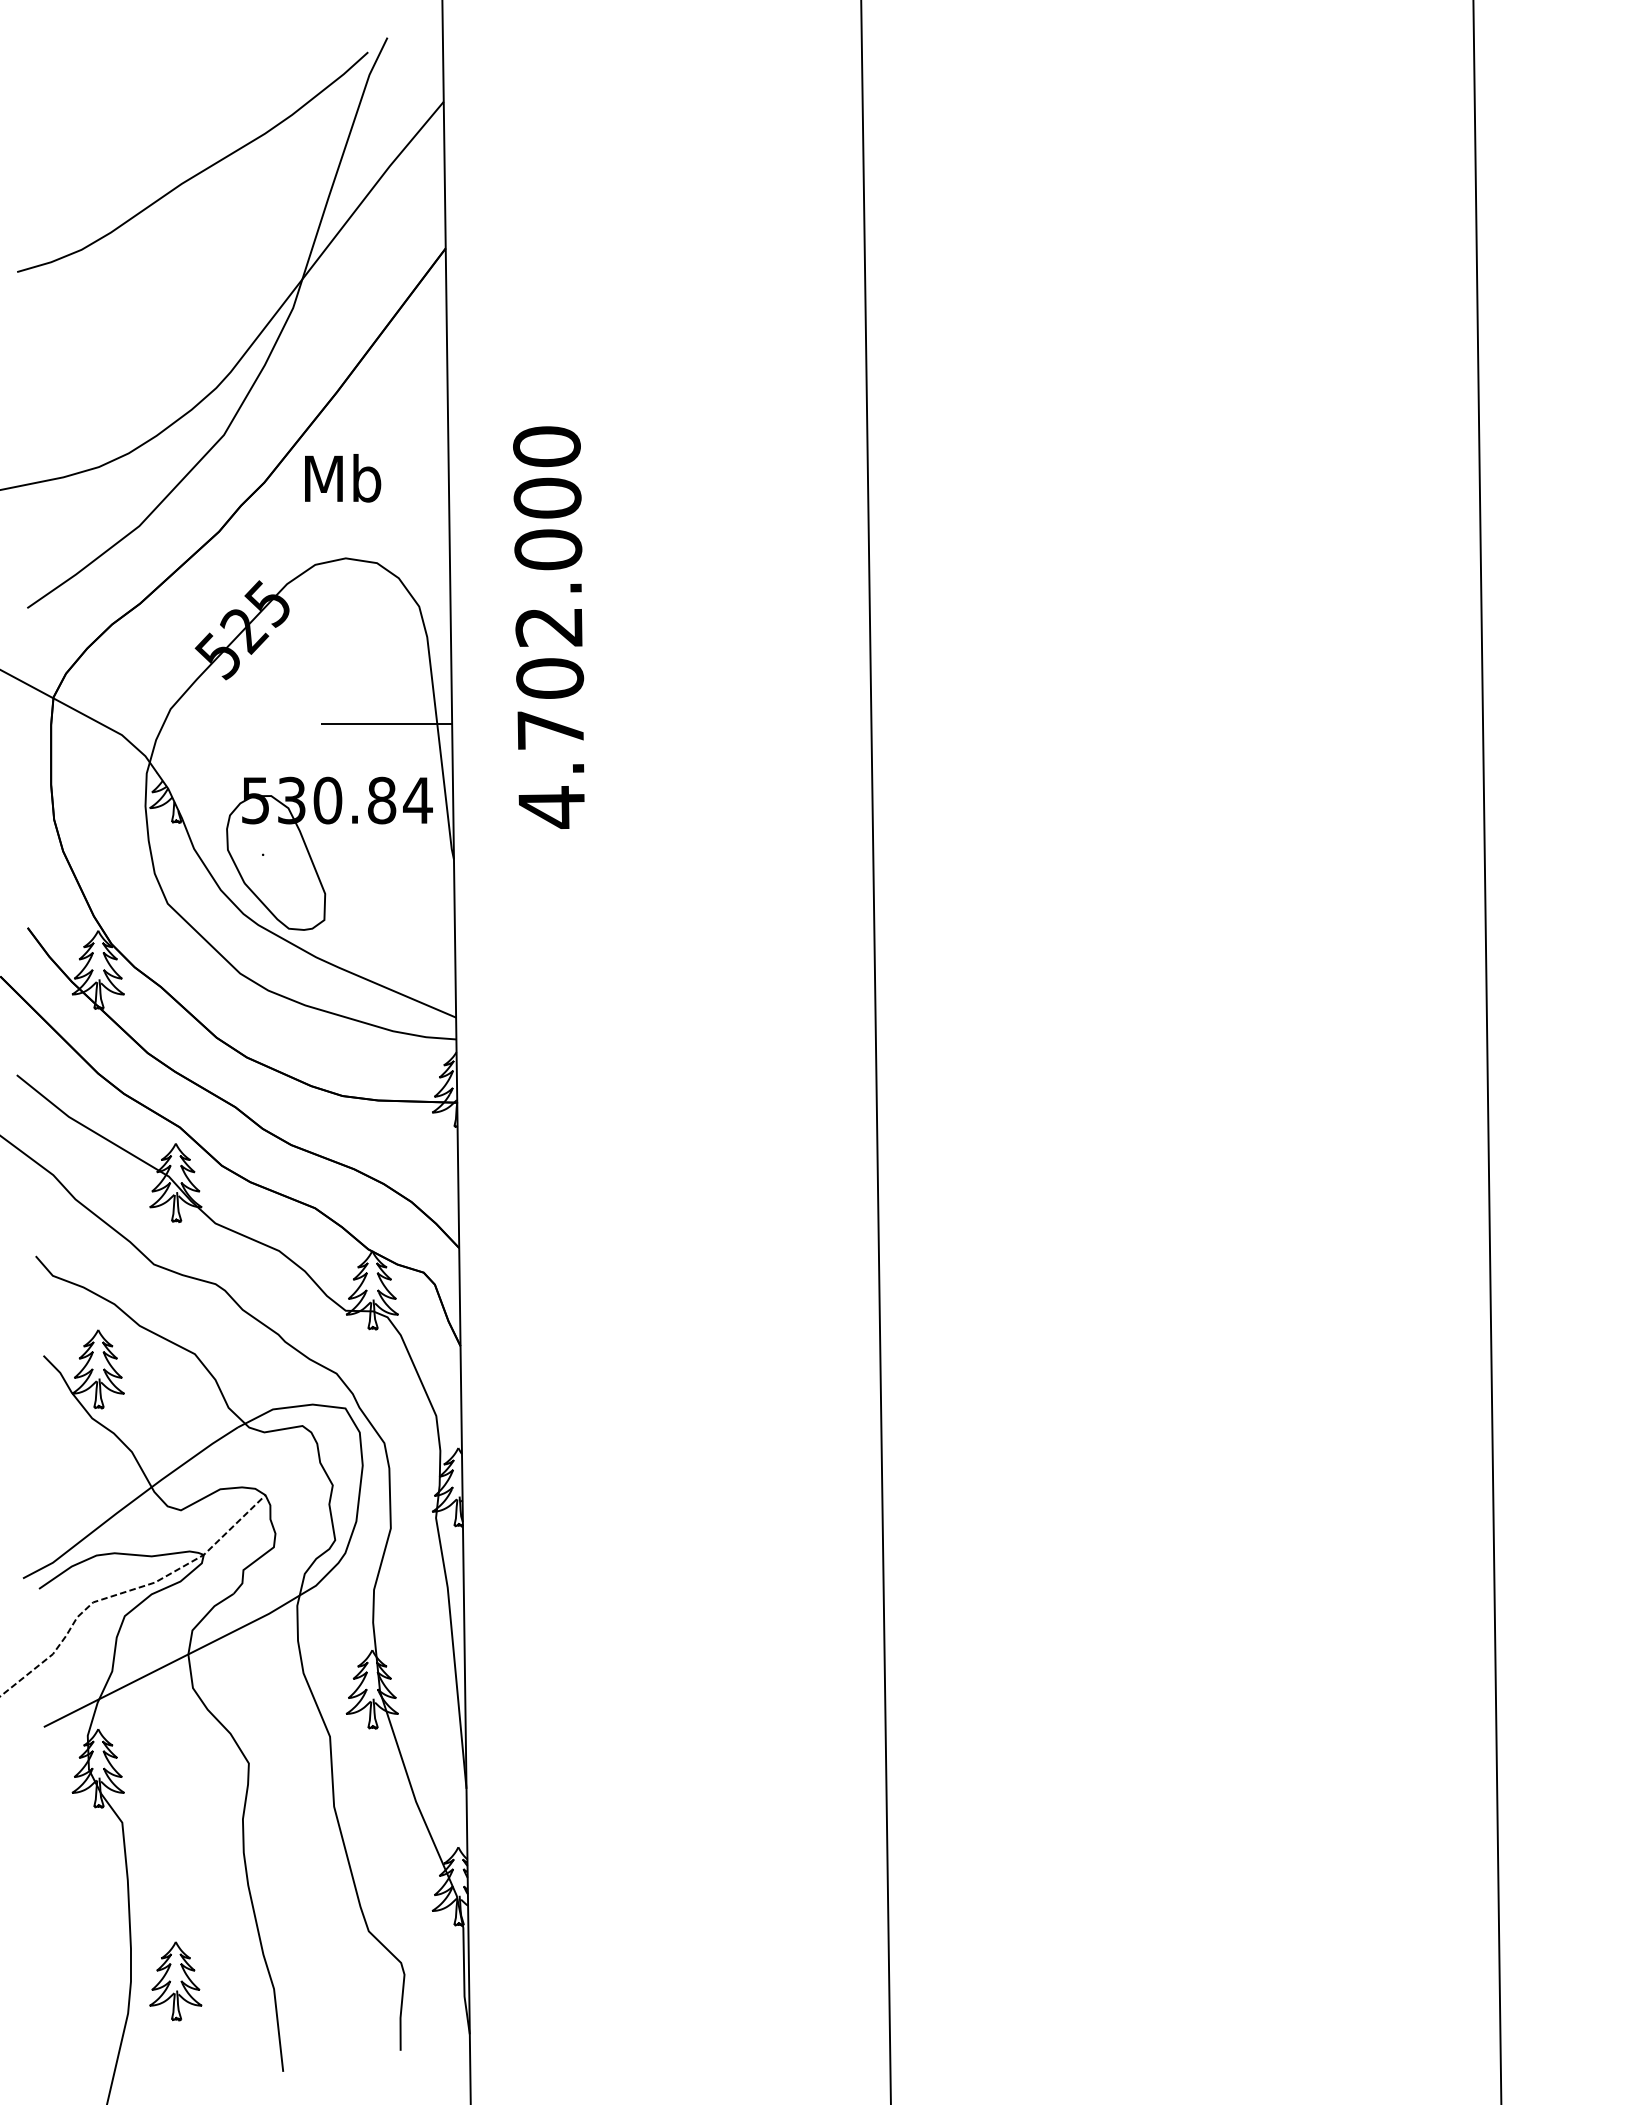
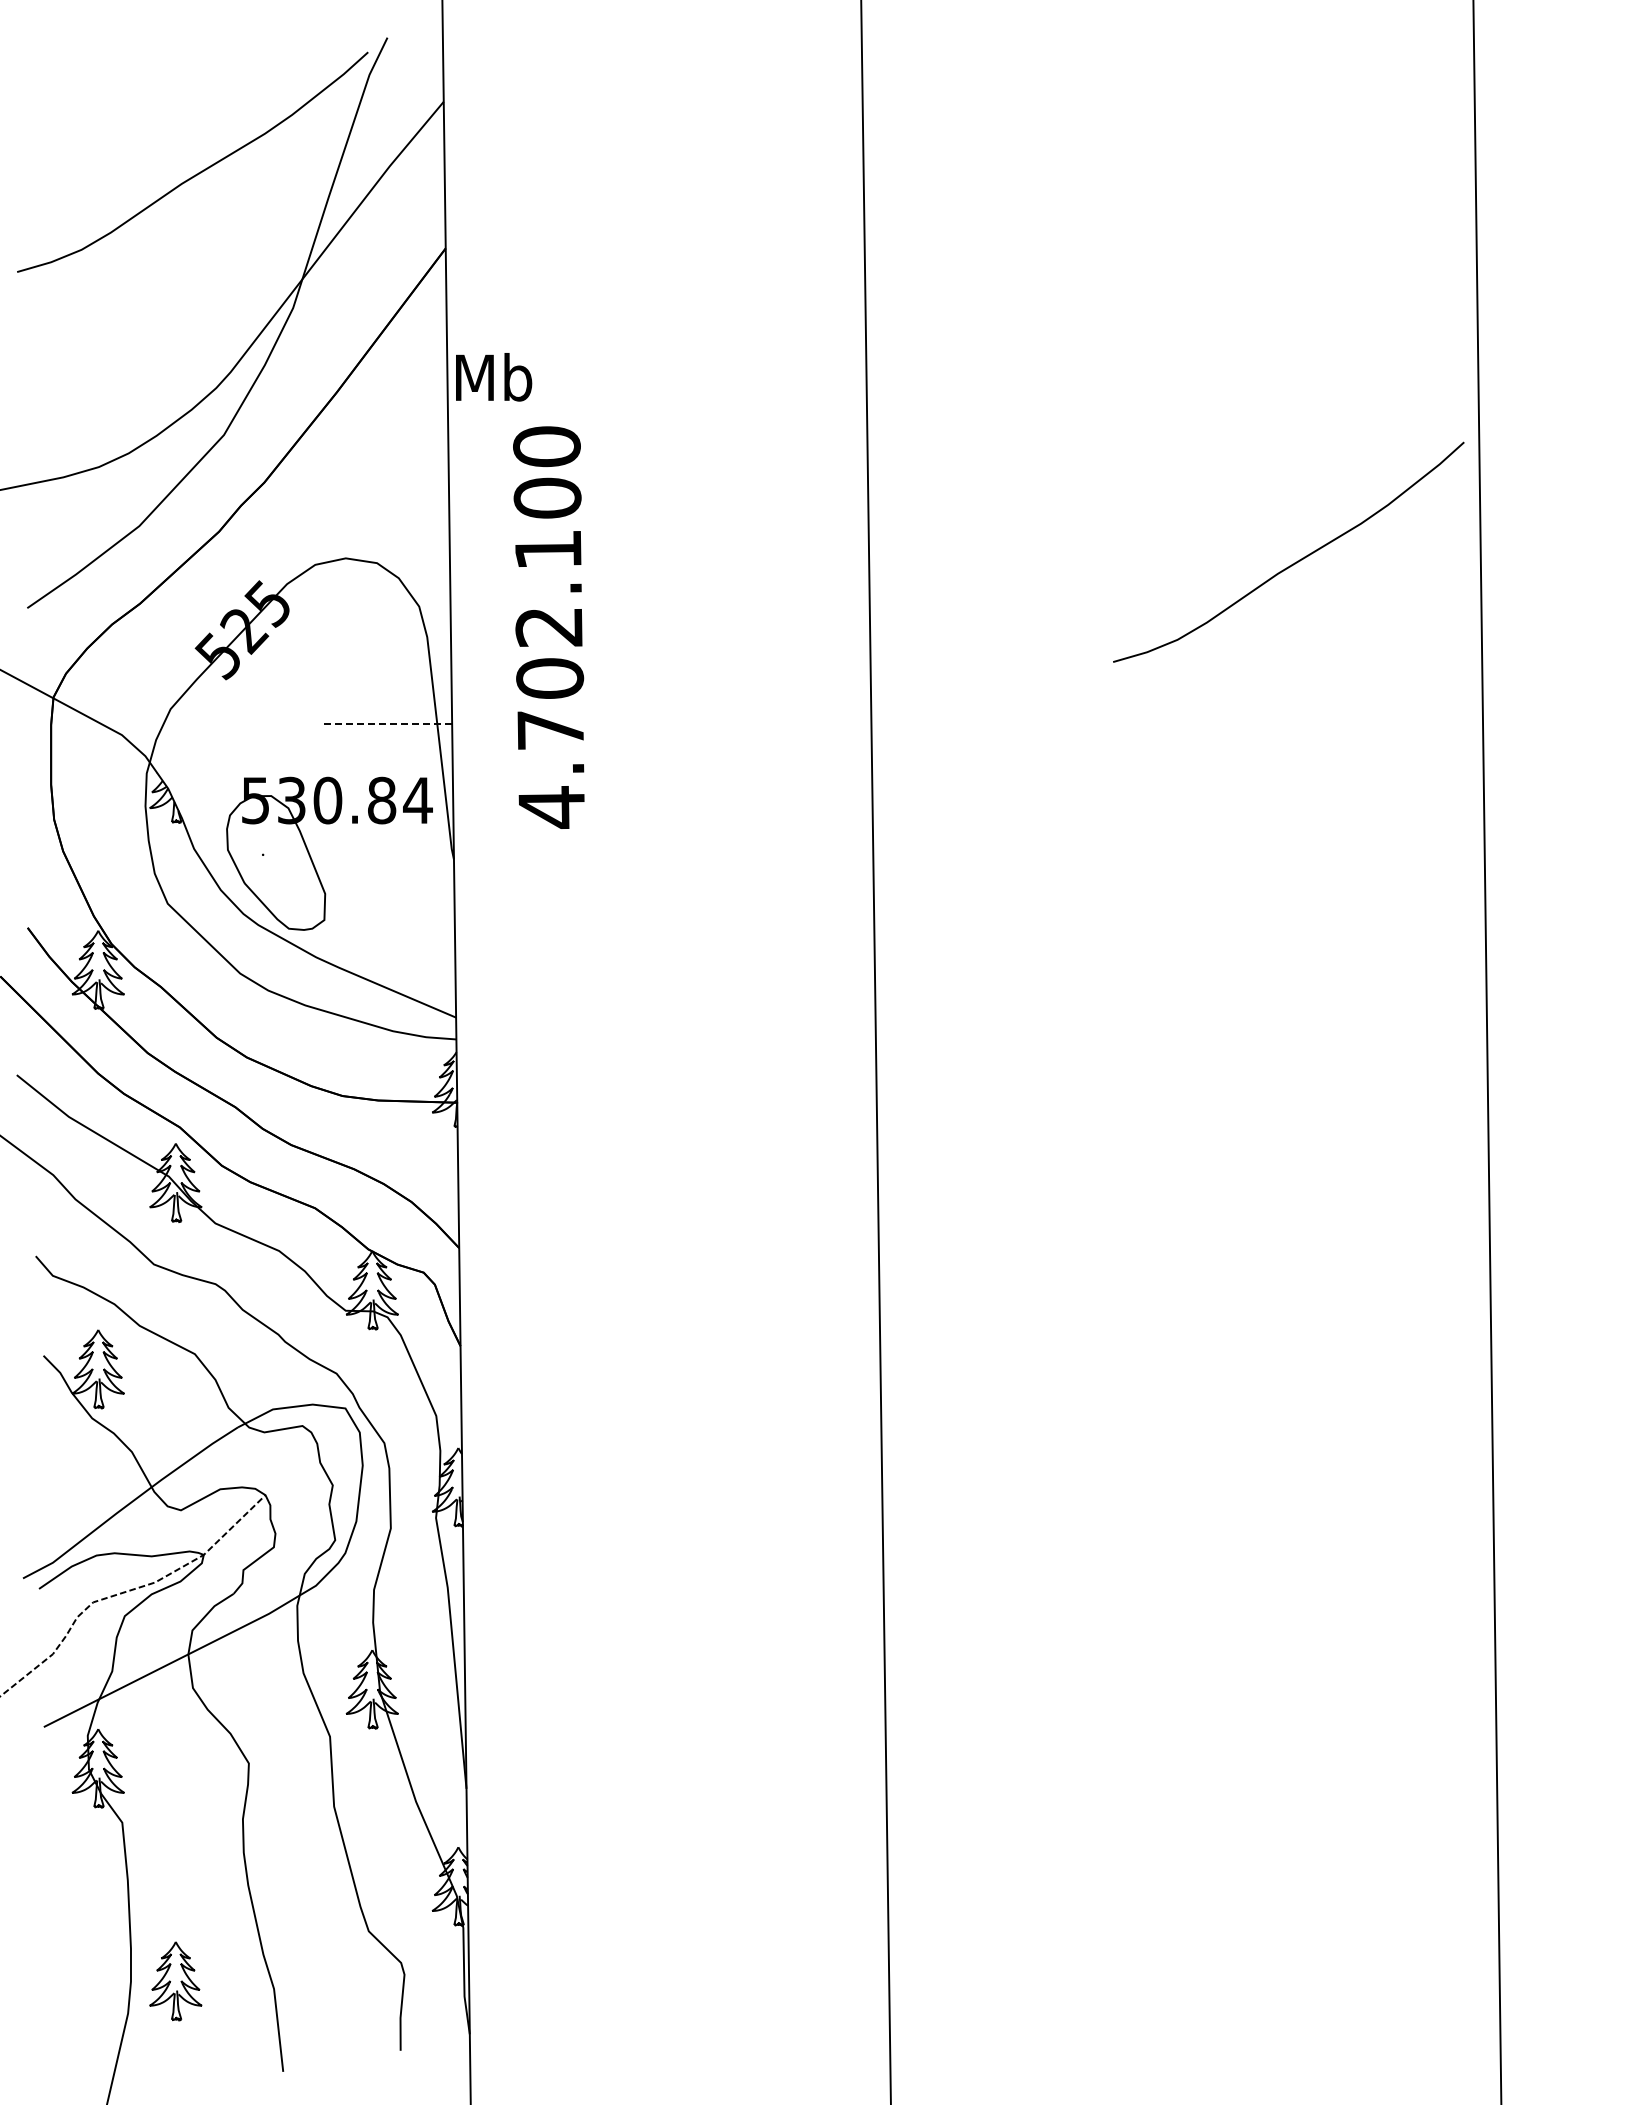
text at (343, 478) position: (343, 478) -> (494, 377)
text at (548, 549): 4.702.000 -> 4.702.100
curve at (1294, 562): none -> present
line at (386, 724): solid -> dashed
